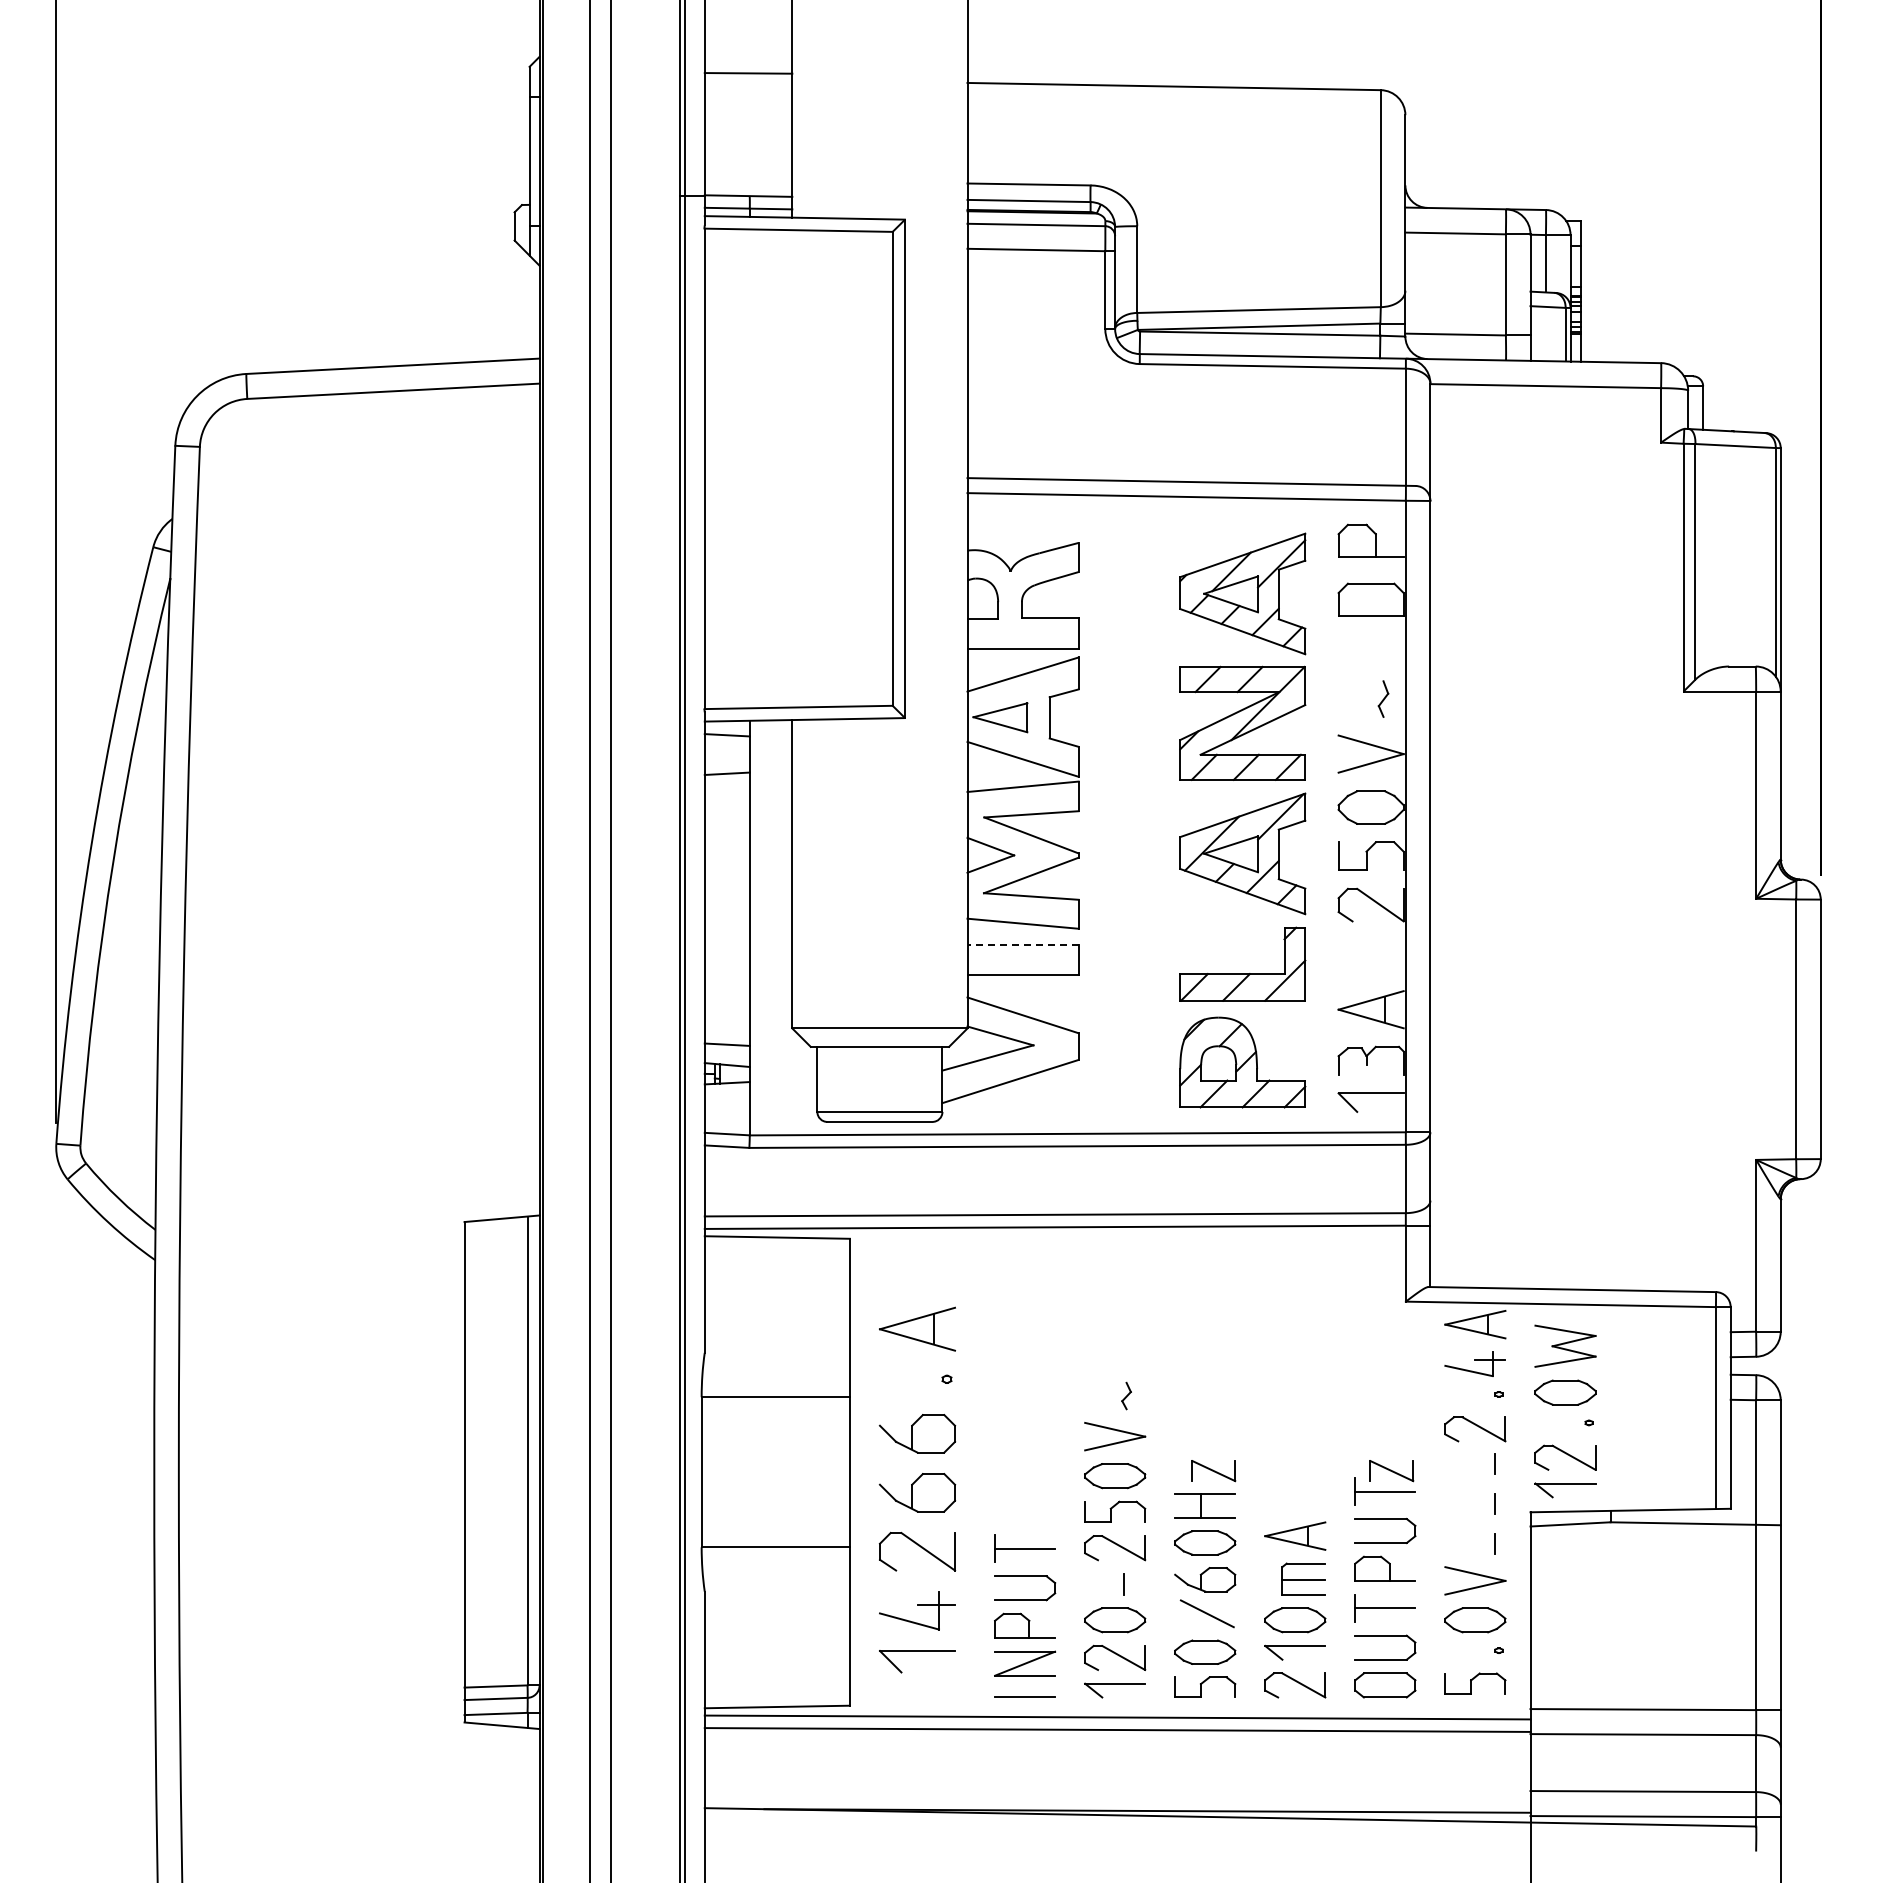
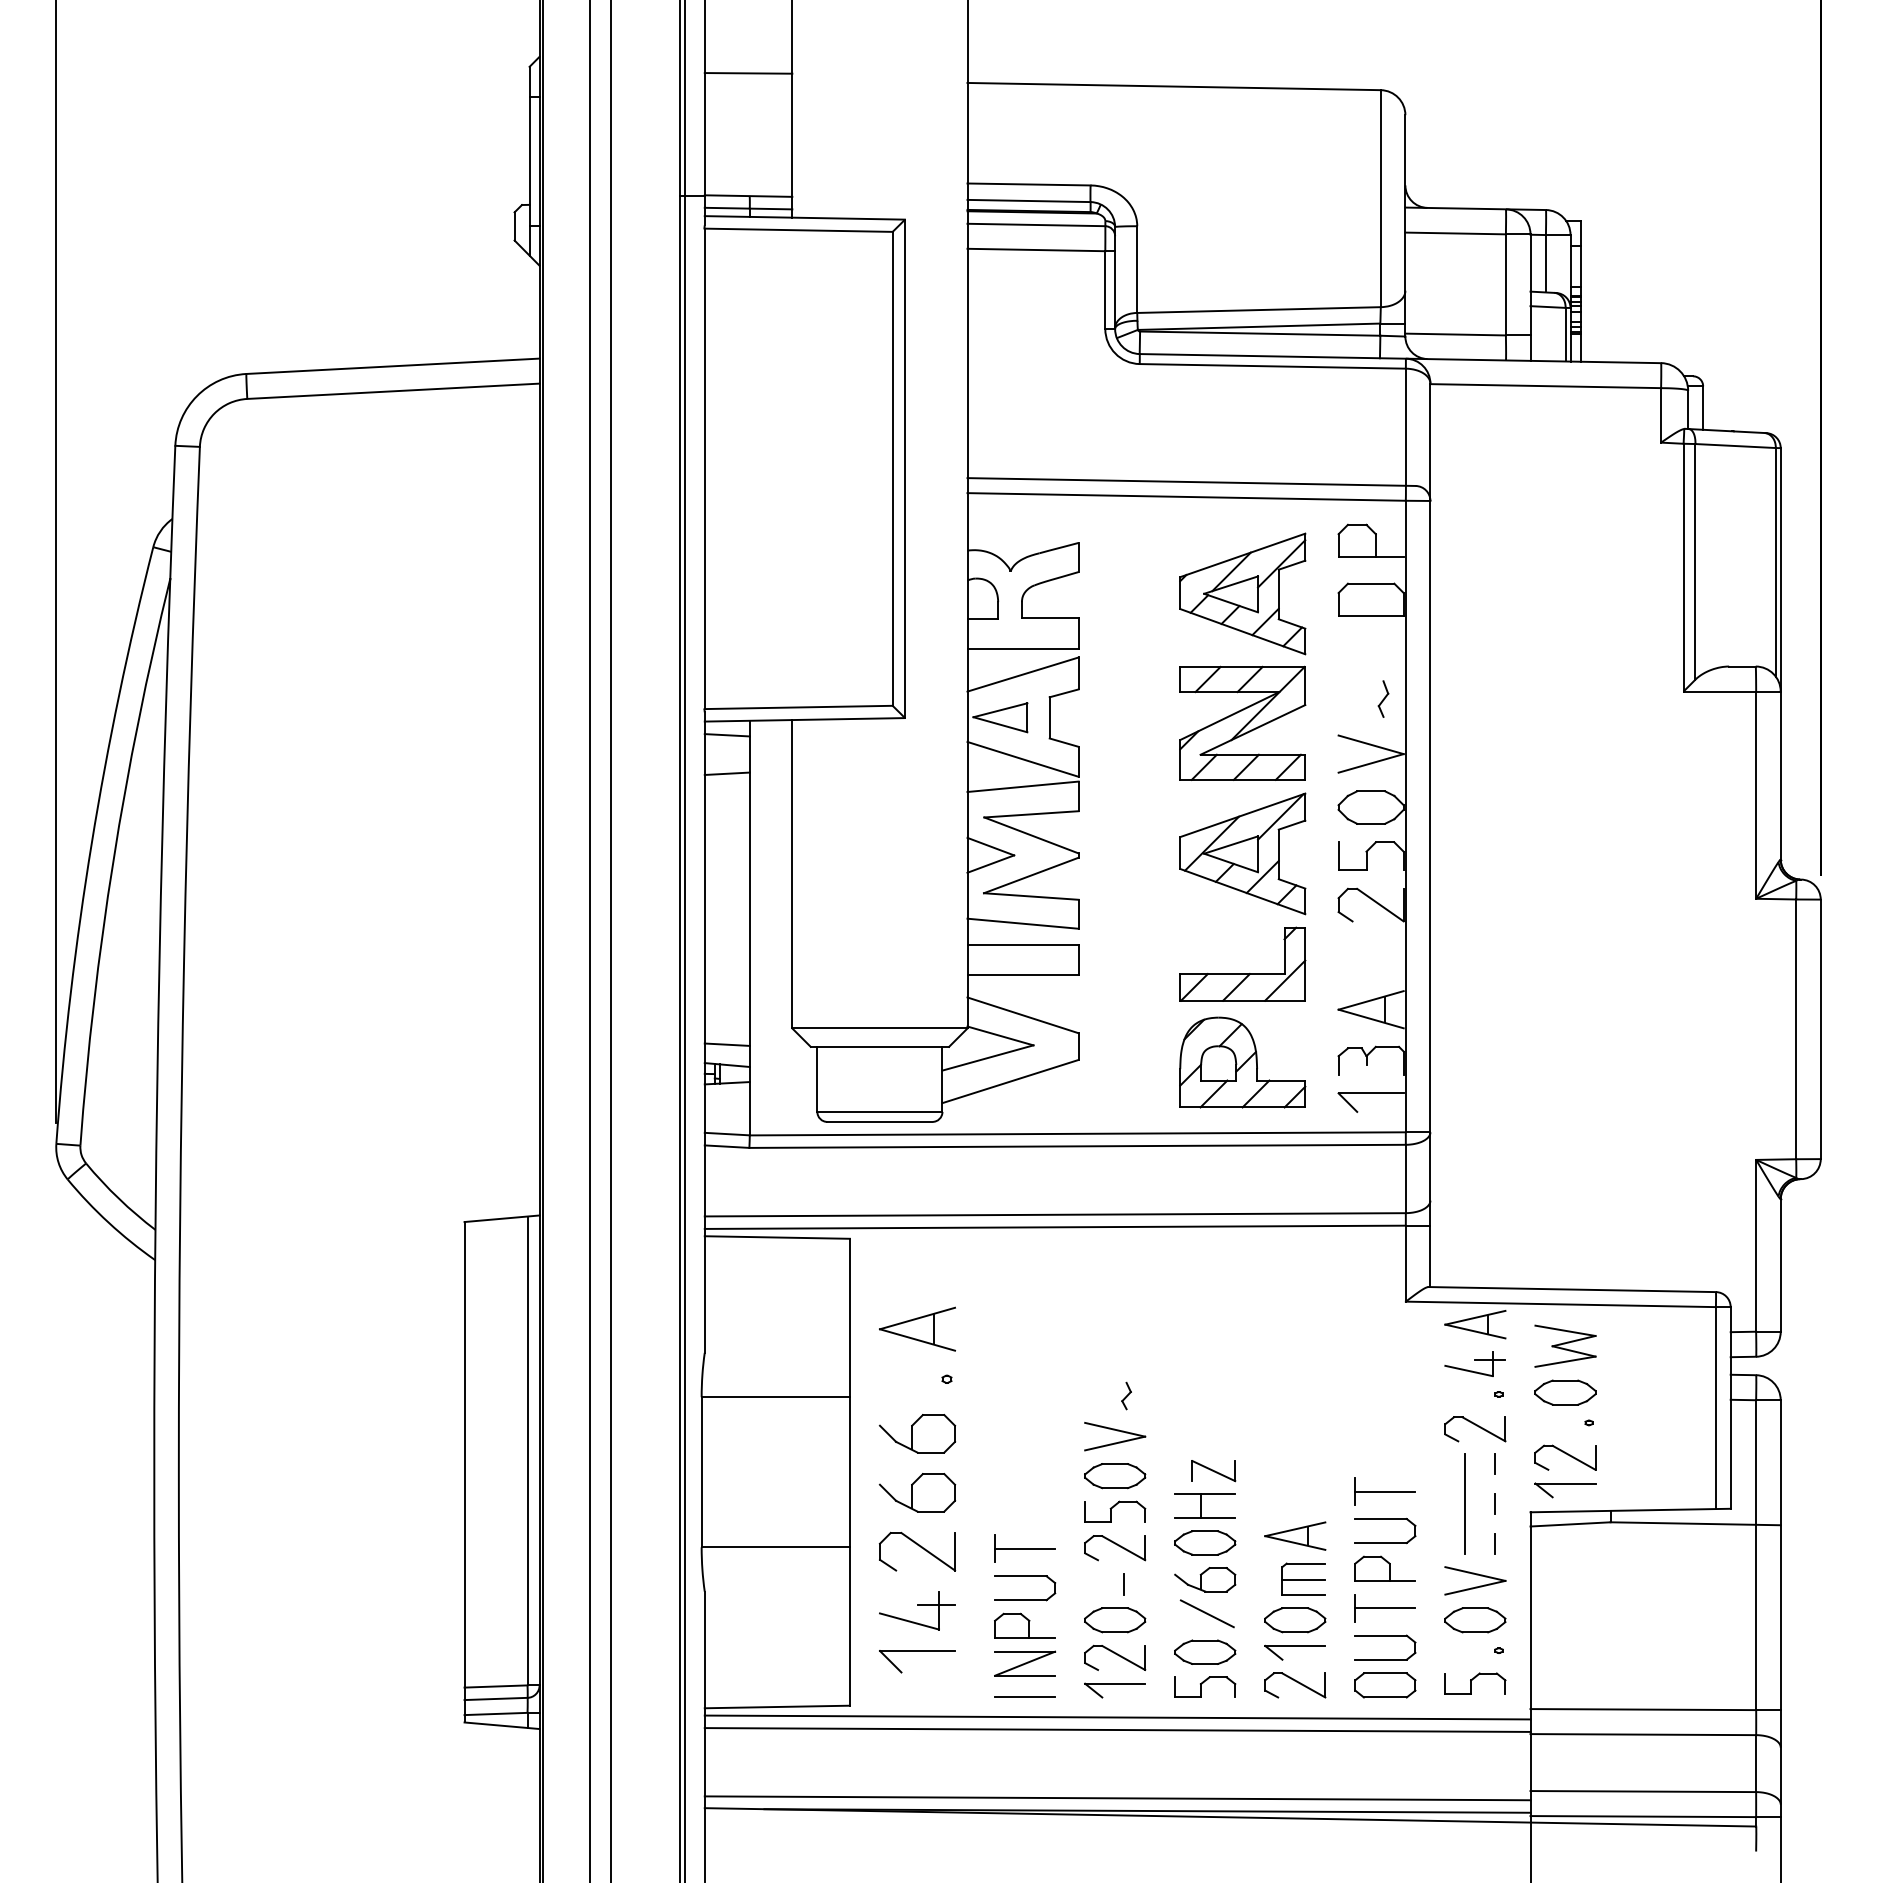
line at (1023, 945): dashed -> solid
part at (1391, 1471): present -> none
line at (1464, 1503): none -> present
line at (1117, 1798): none -> present
